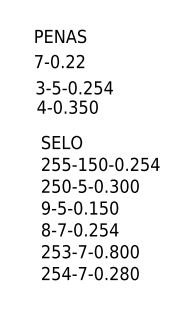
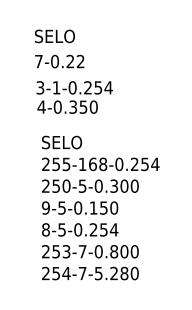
text at (60, 36): PENAS -> SELO
text at (56, 87): 3-5-0.254 -> 3-1-0.254
text at (98, 164): 255-150-0.254 -> 255-168-0.254
text at (61, 229): 8-7-0.254 -> 8-5-0.254
text at (98, 273): 254-7-0.280 -> 254-7-5.280
